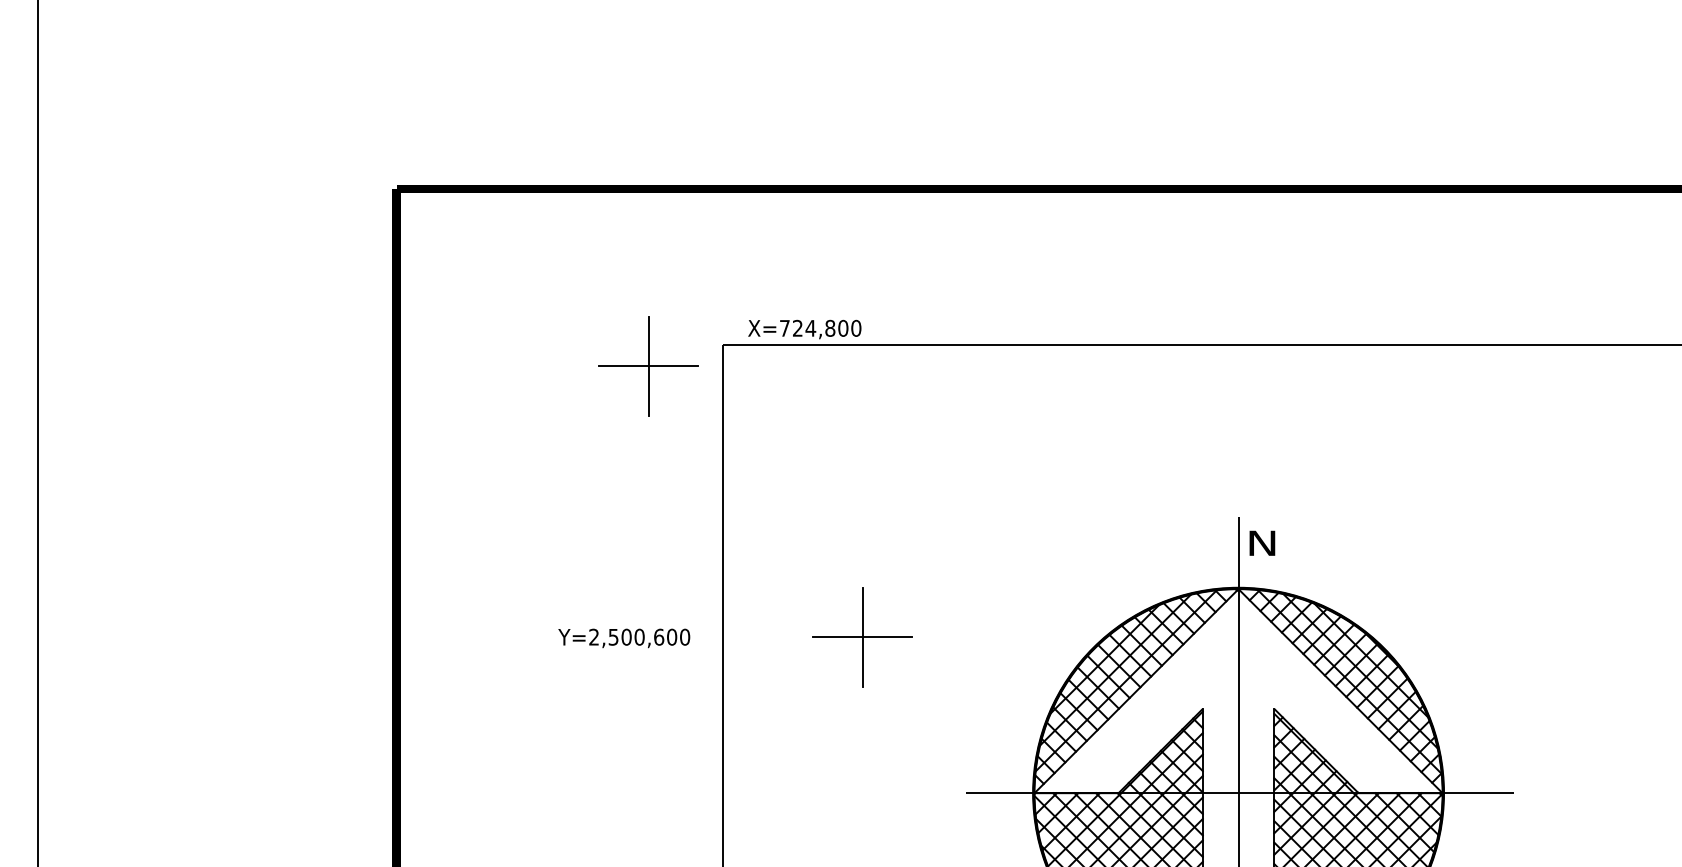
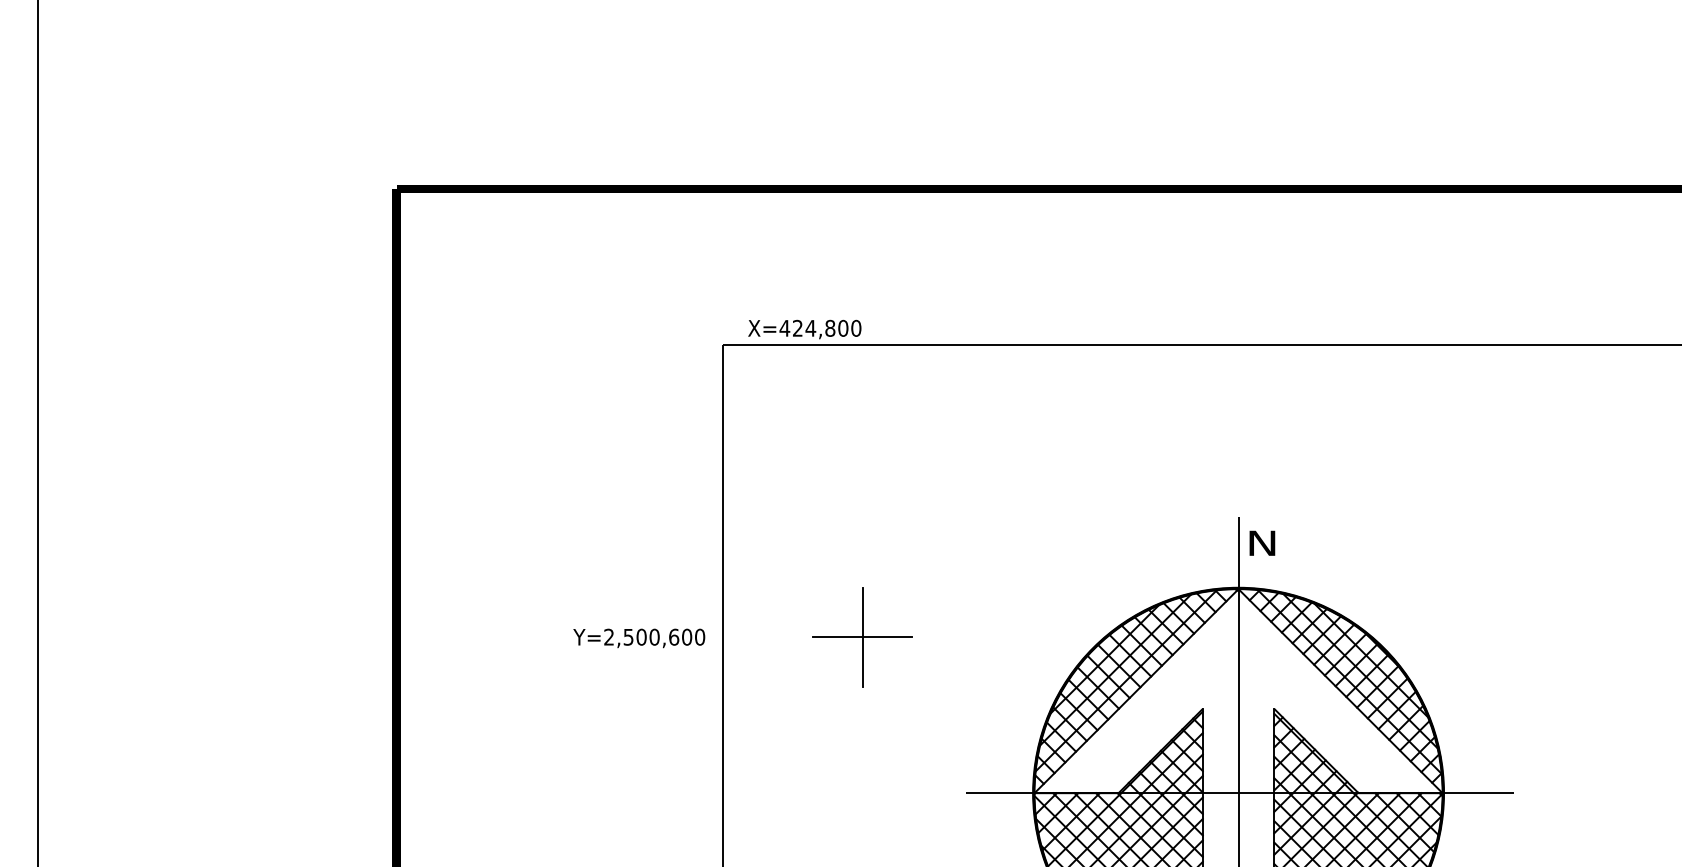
text at (784, 328): X=724,800 -> X=424,800
part at (648, 366): present -> none
text at (624, 638) position: (624, 638) -> (639, 638)
